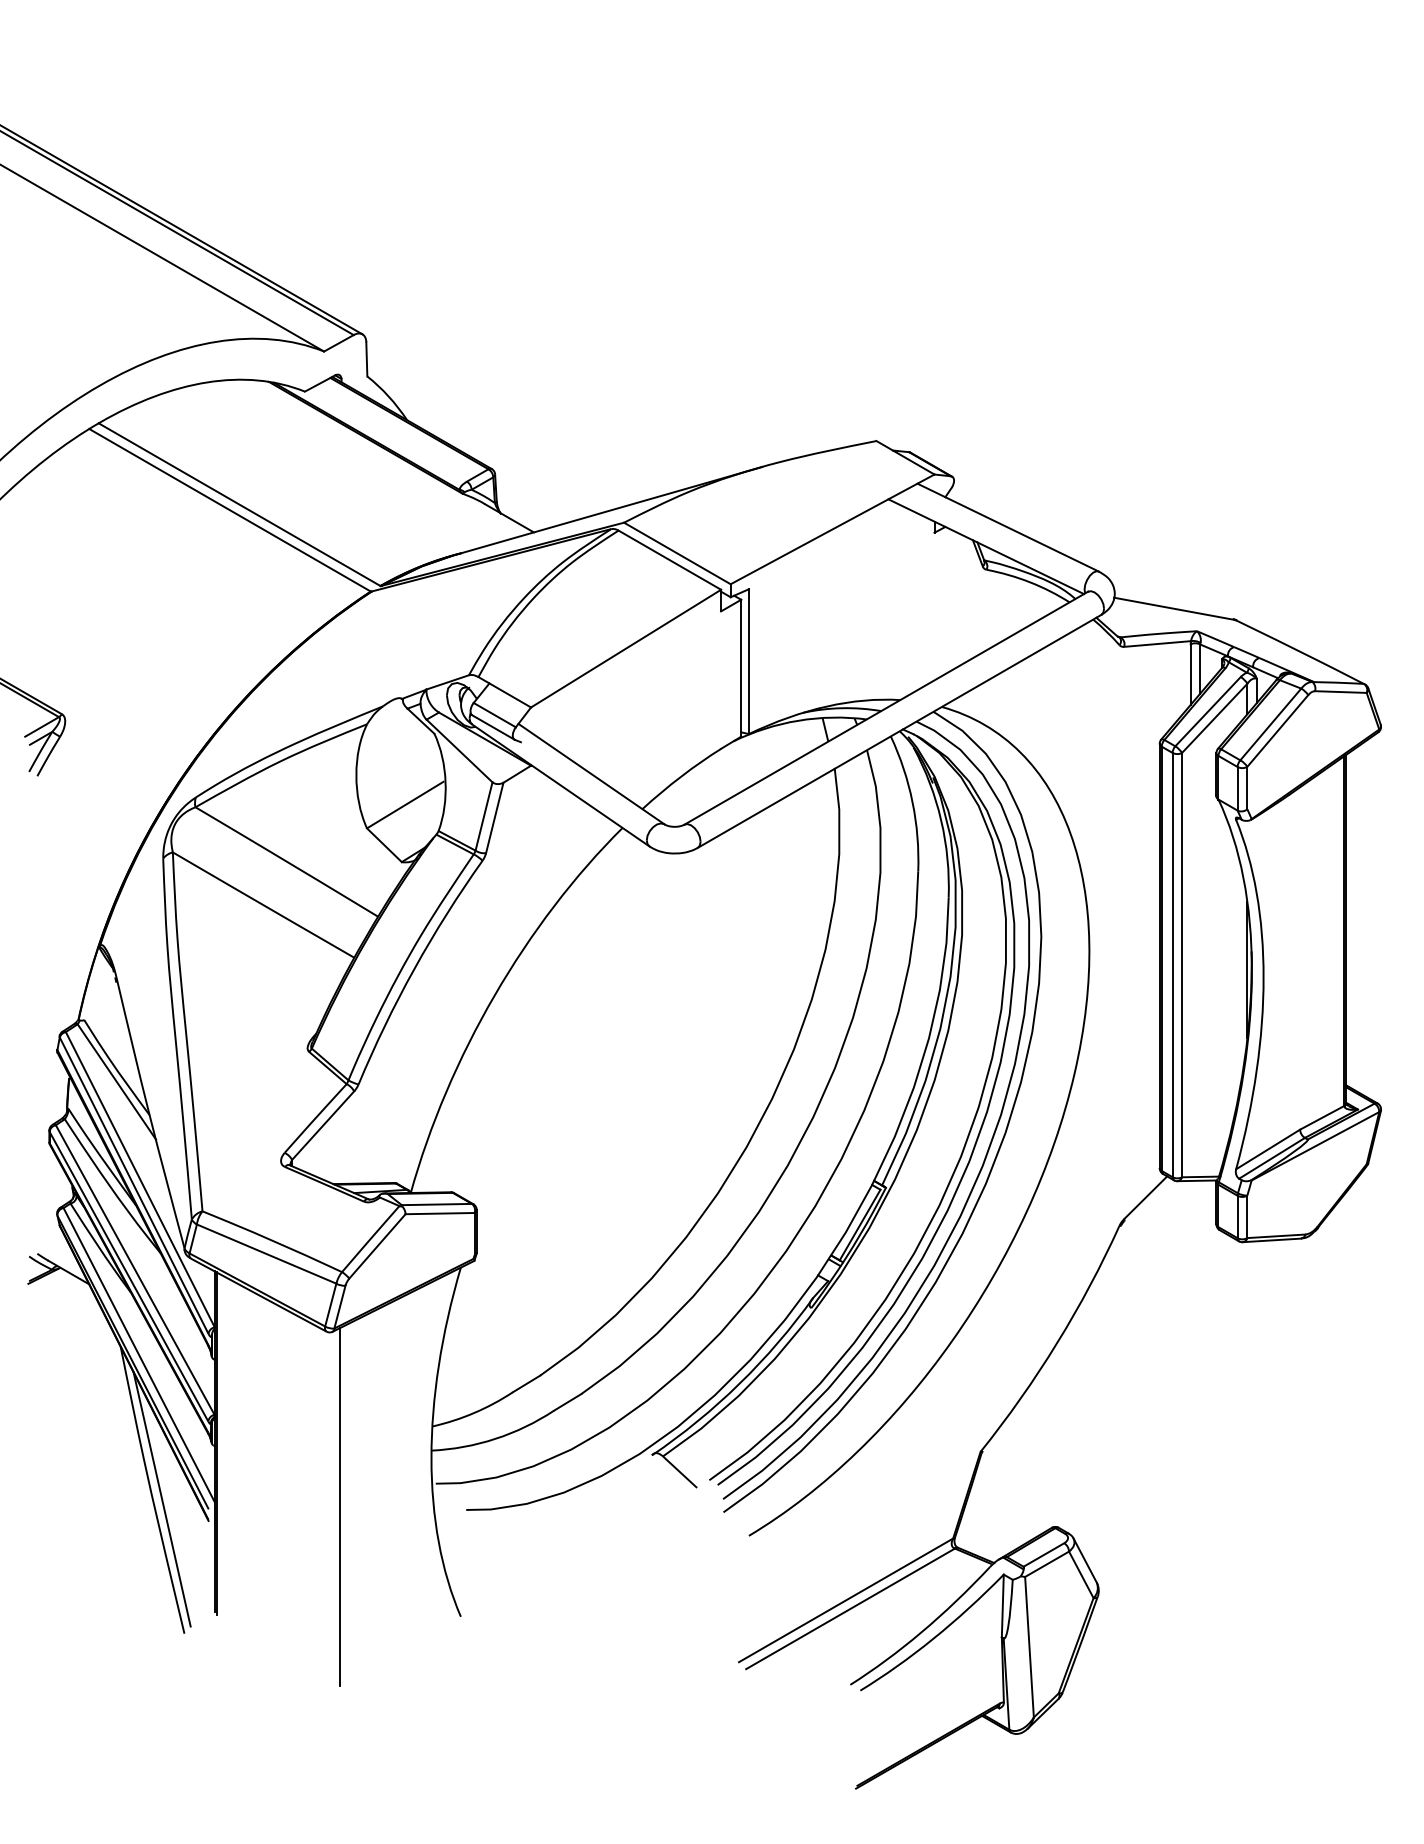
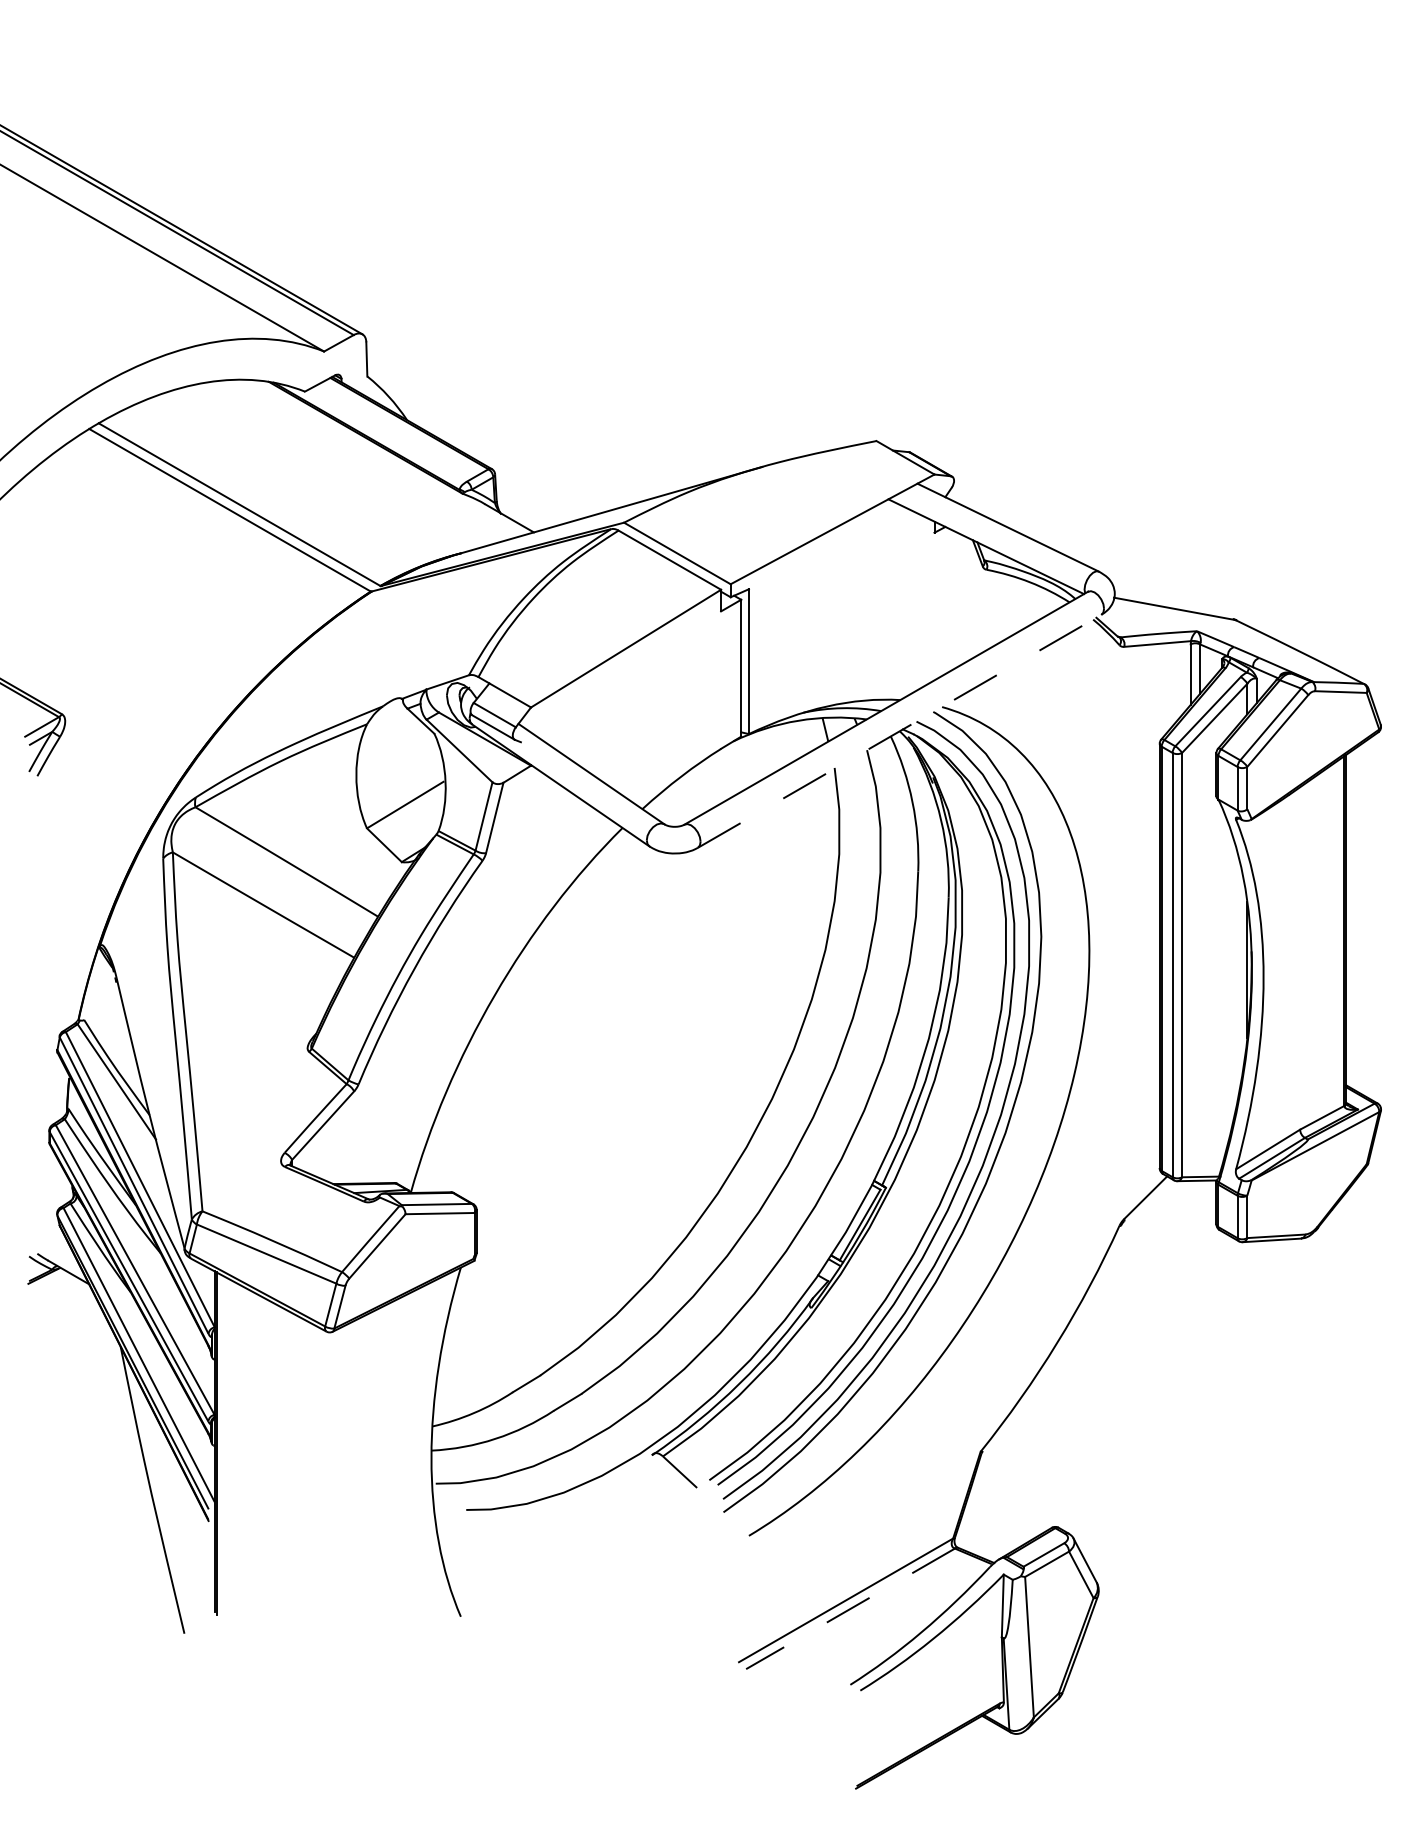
line at (899, 731): solid -> dashed
line at (161, 1499): present -> none
line at (340, 1506): present -> none
line at (850, 1608): solid -> dashed
